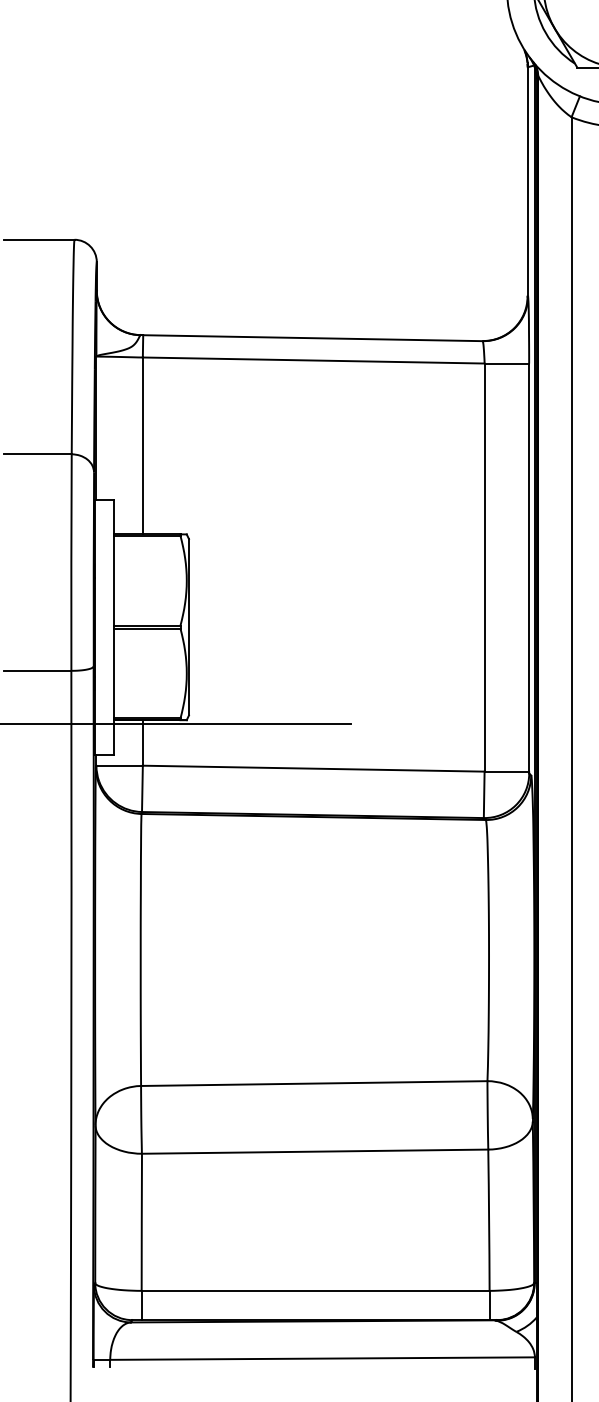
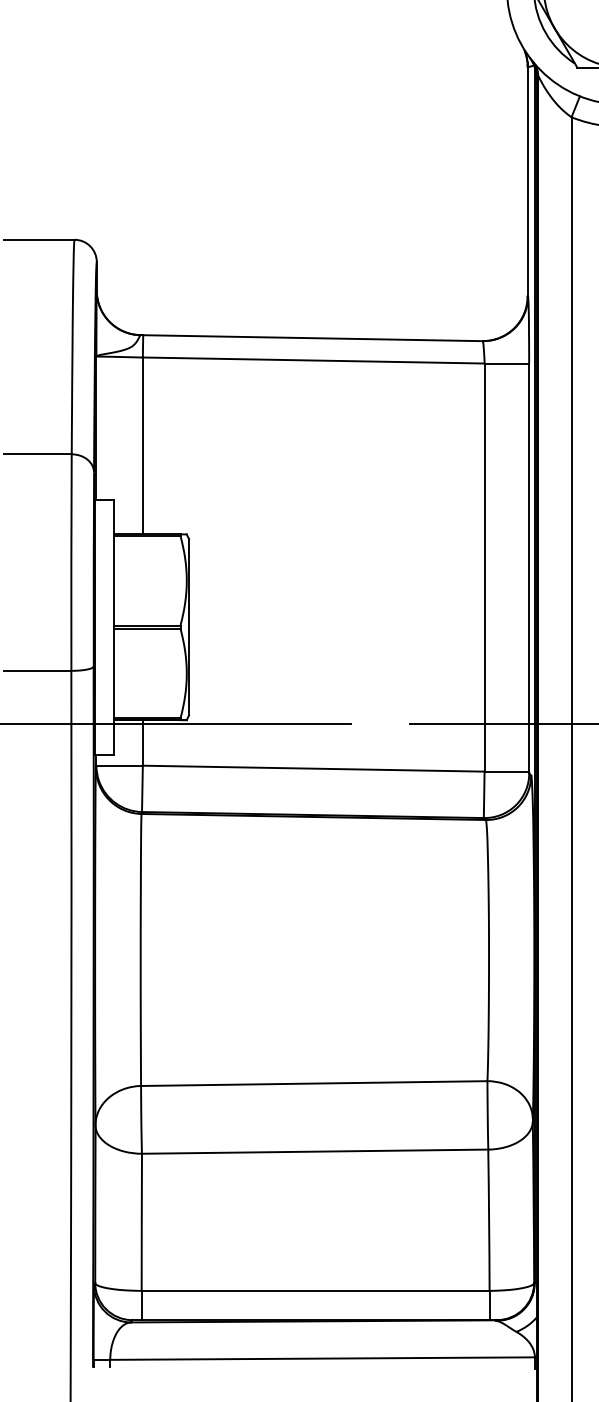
line at (501, 723): none -> present
